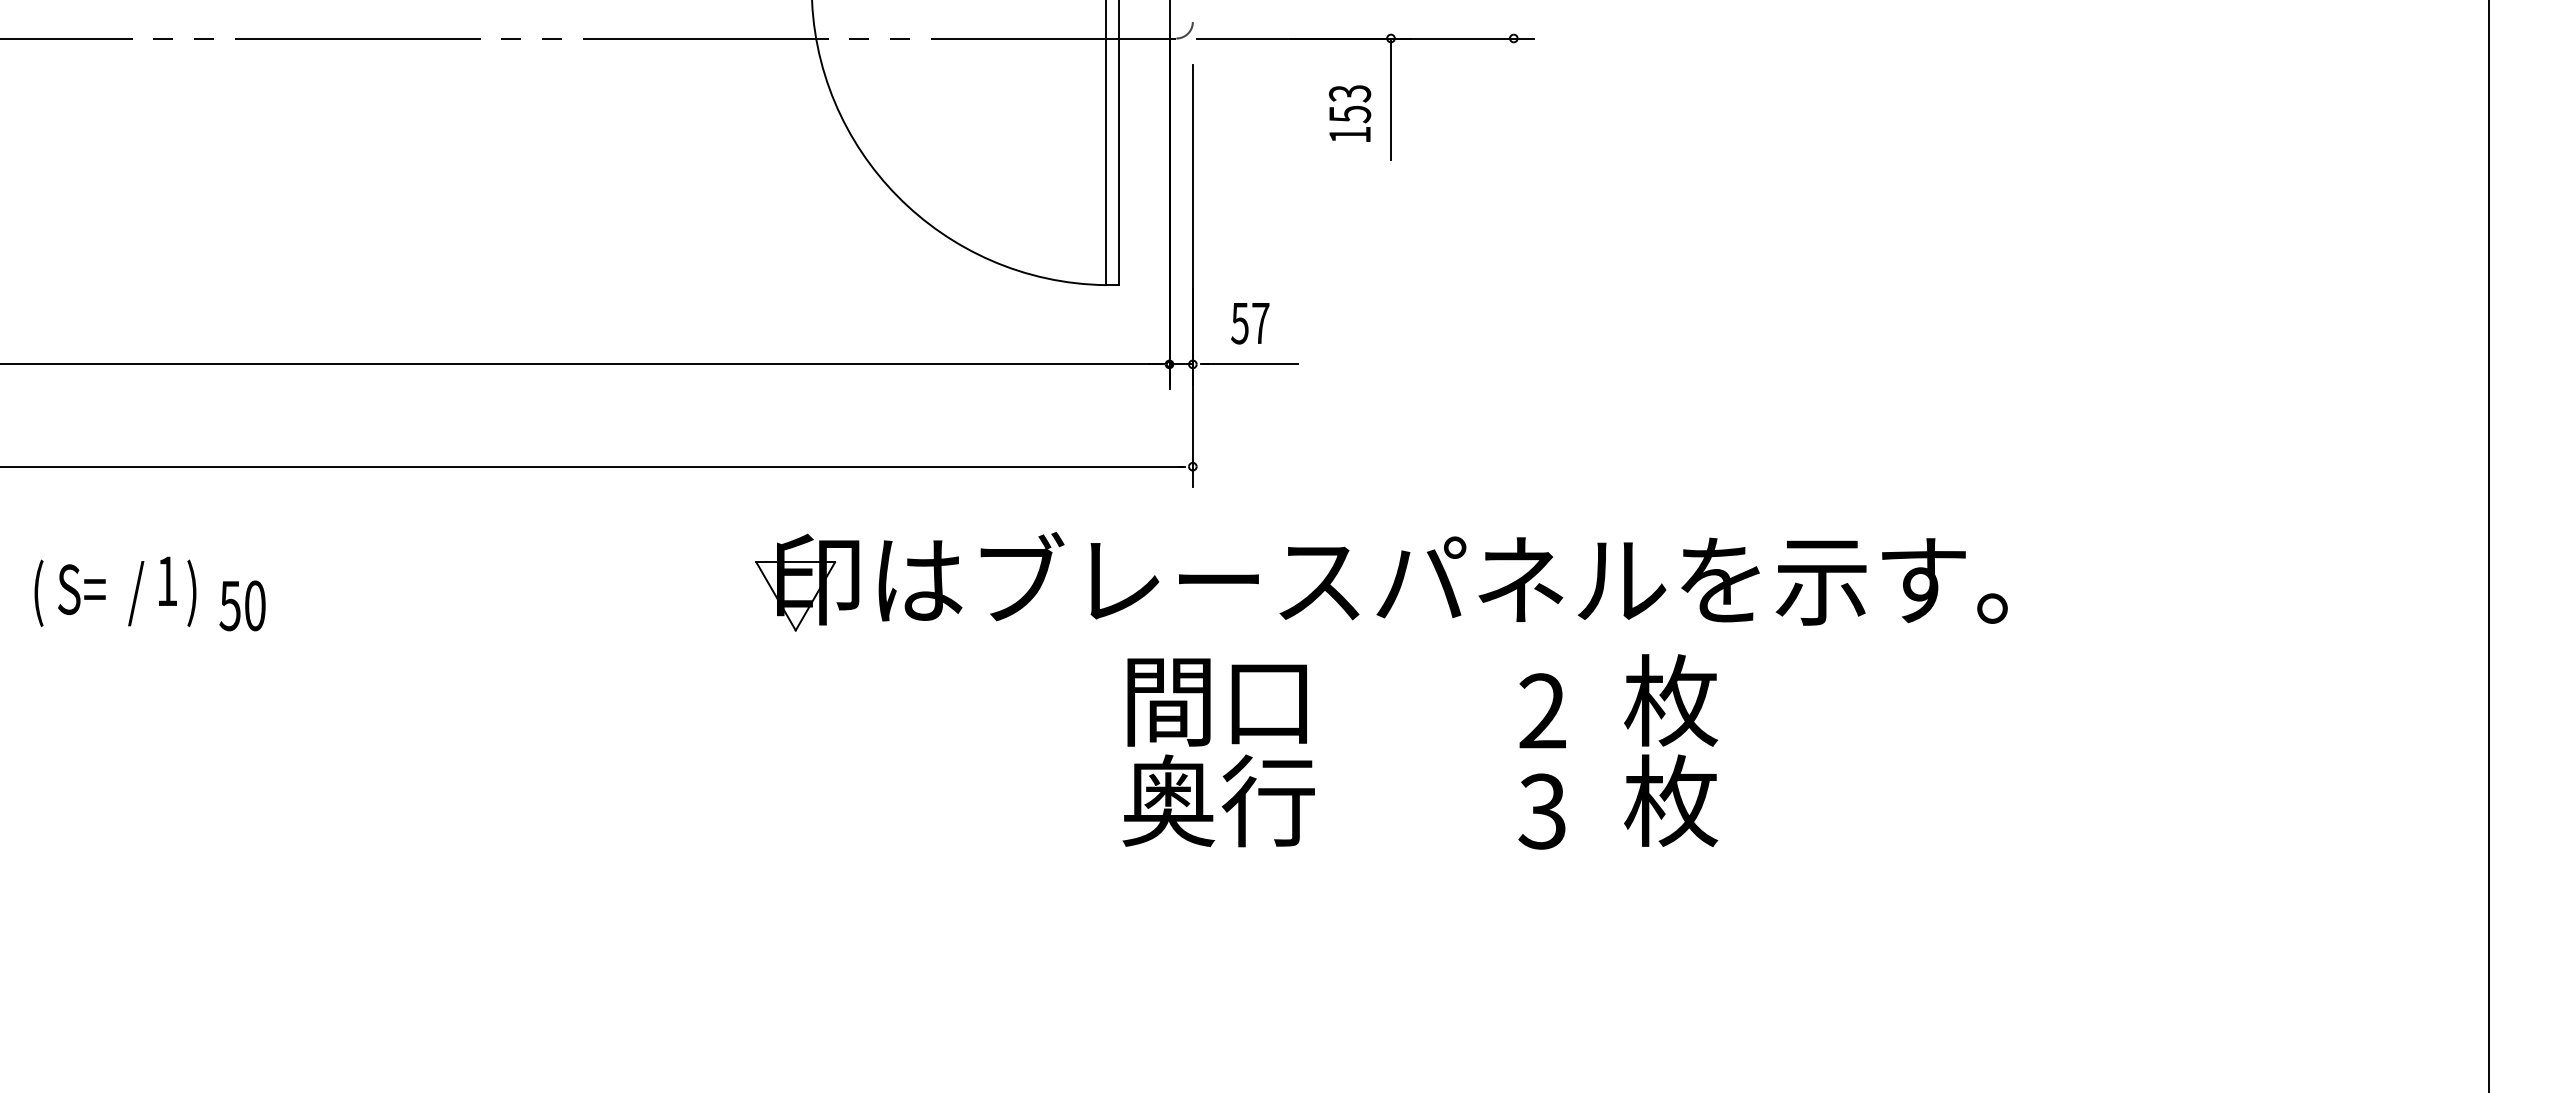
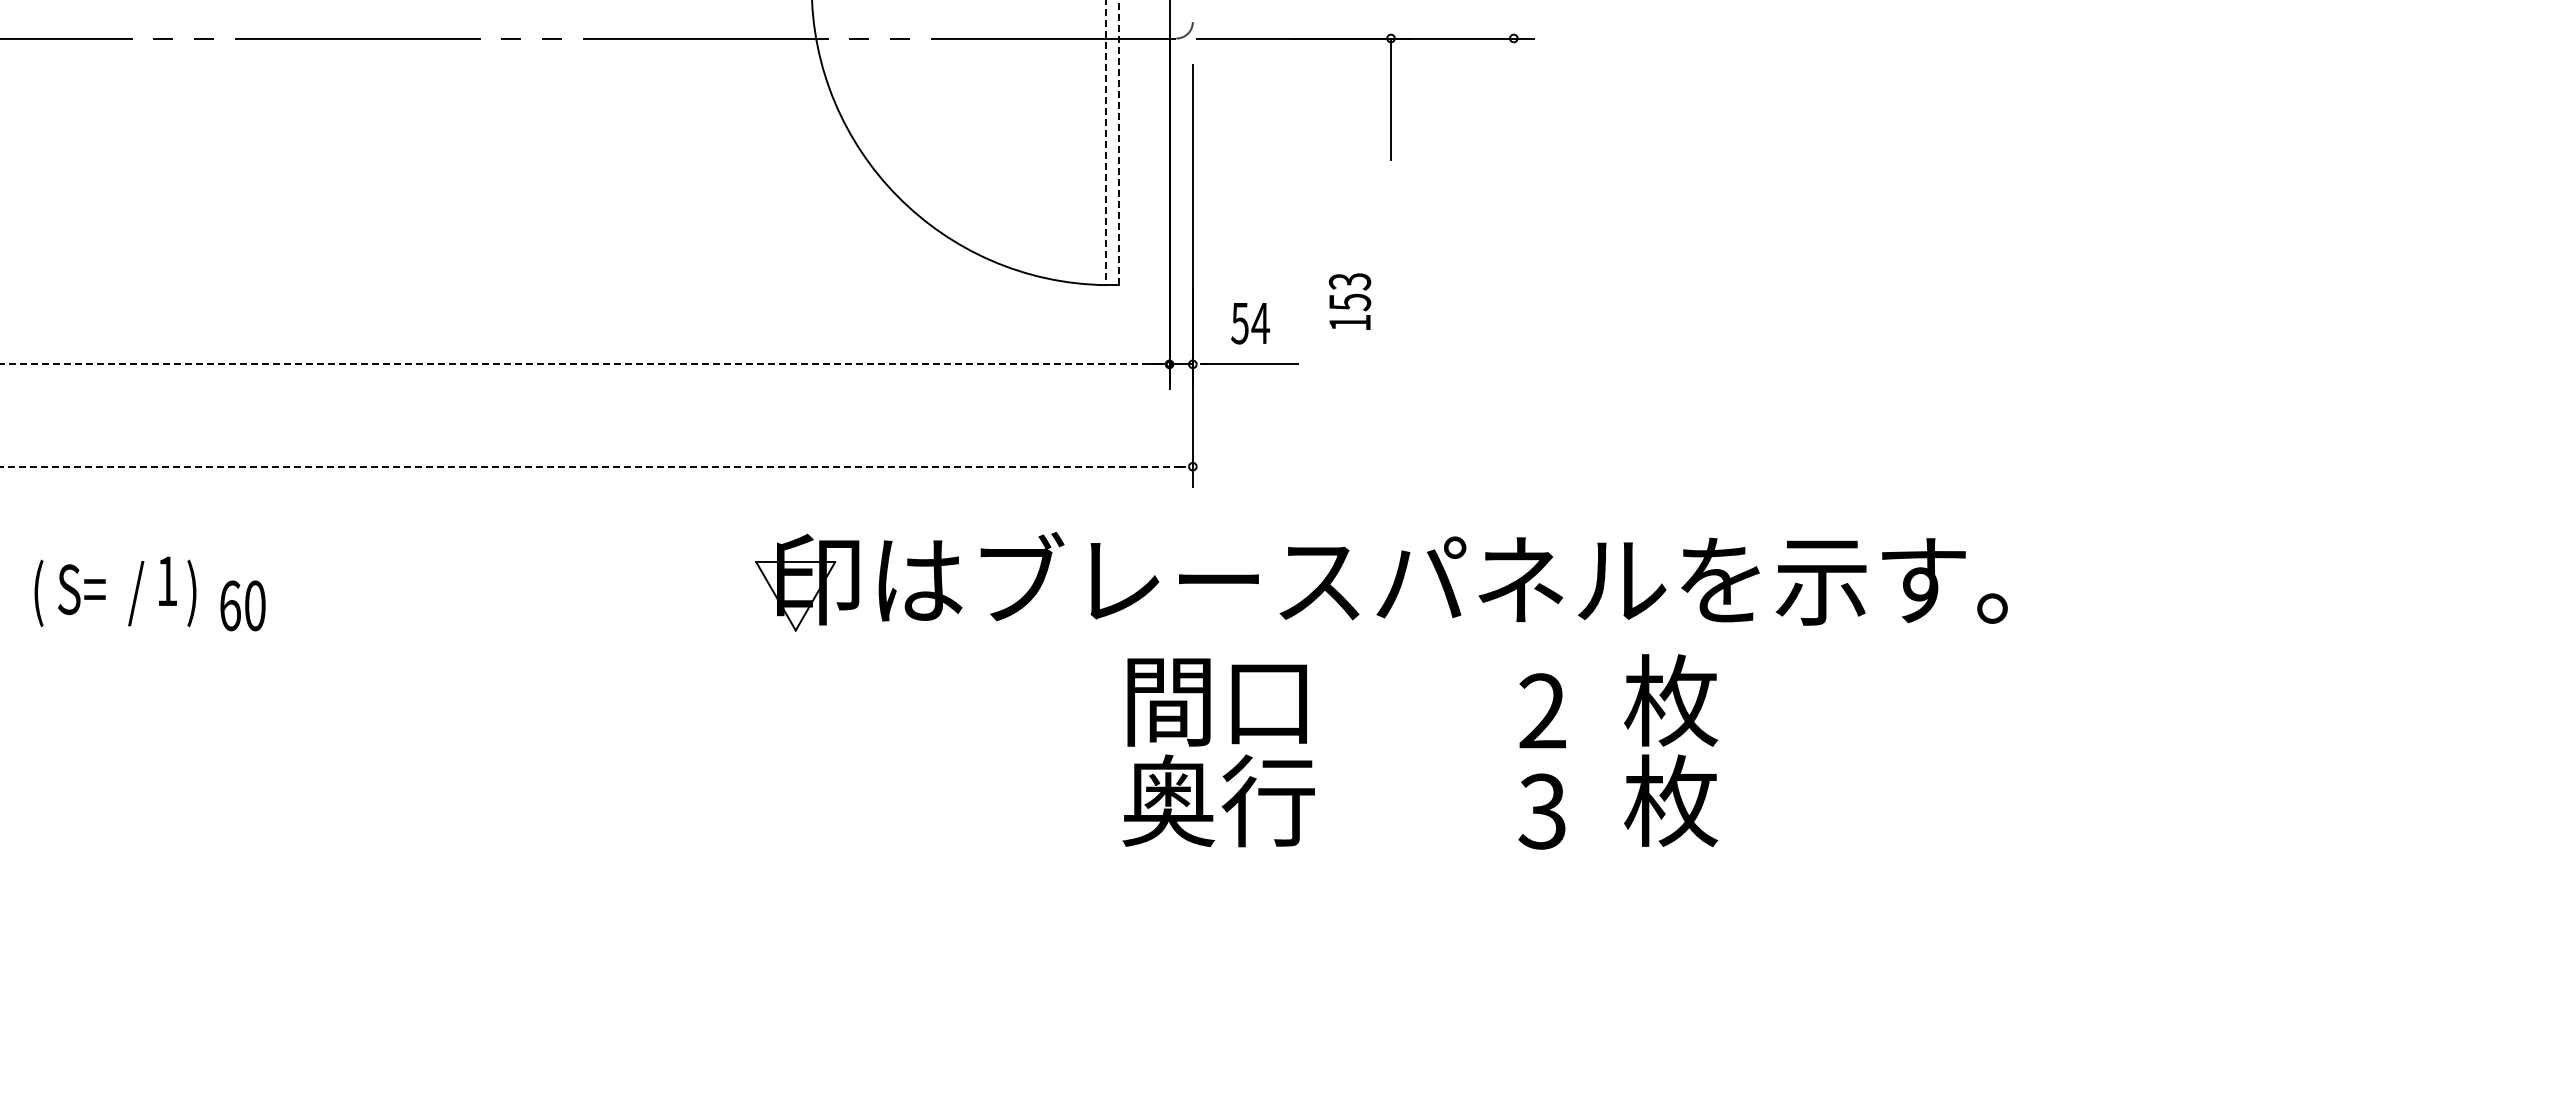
text at (1350, 113) position: (1350, 113) -> (1350, 301)
line at (1118, 142): solid -> dashed
line at (1105, 143): solid -> dashed
text at (1260, 323): 57 -> 54
line at (580, 364): solid -> dashed
line at (591, 466): solid -> dashed
line at (2489, 545): present -> none
text at (229, 605): 50 -> 60
